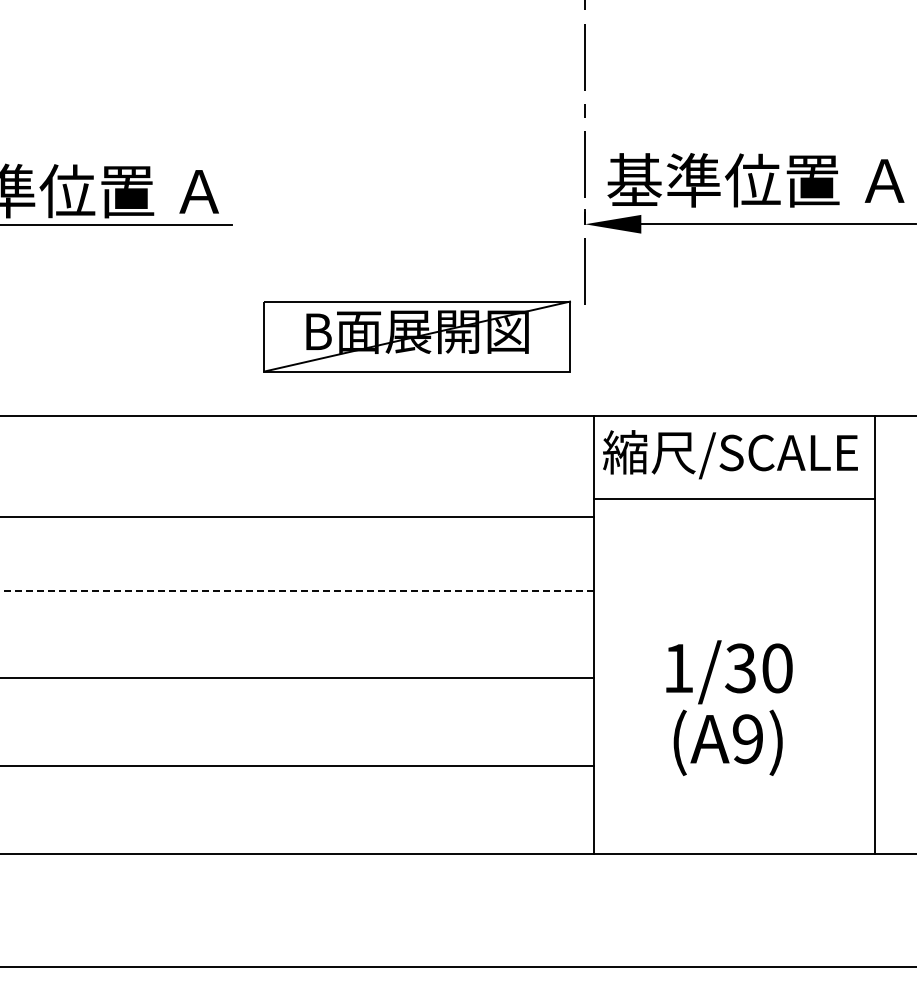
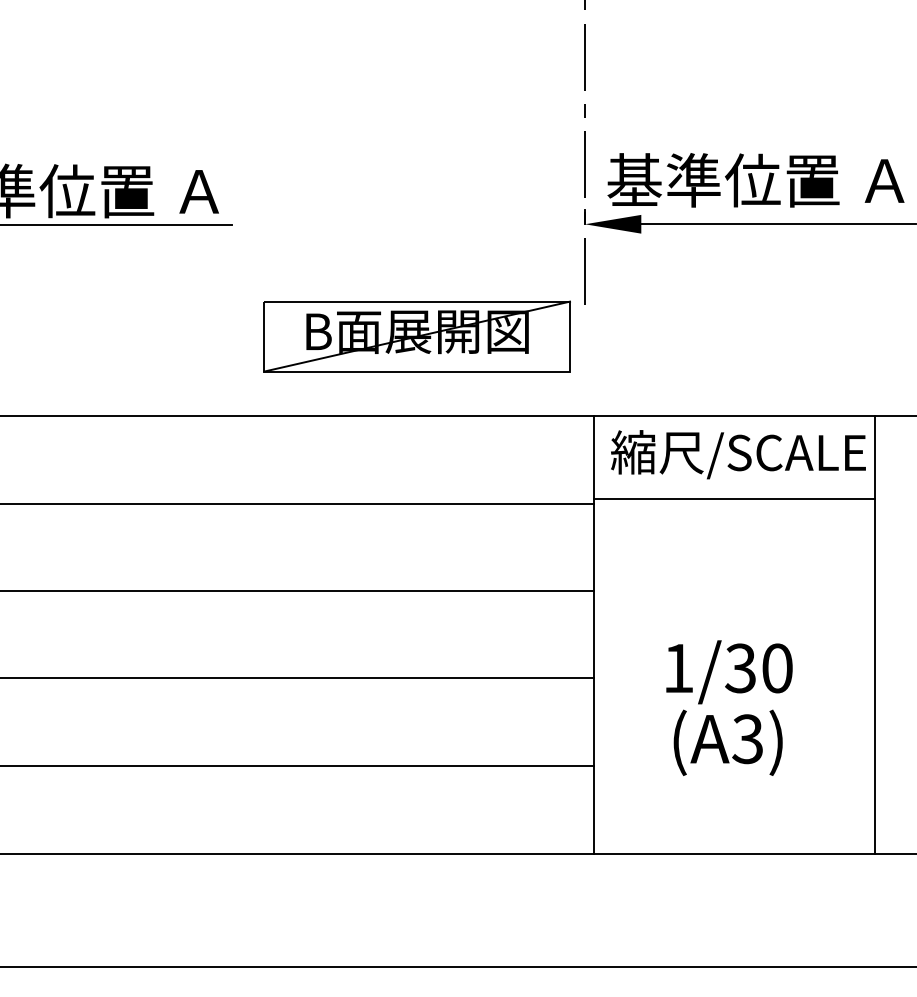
text at (730, 454) position: (730, 454) -> (738, 454)
line at (297, 516) position: (297, 516) -> (297, 503)
line at (297, 590): dashed -> solid
text at (747, 739): (A9) -> (A3)
